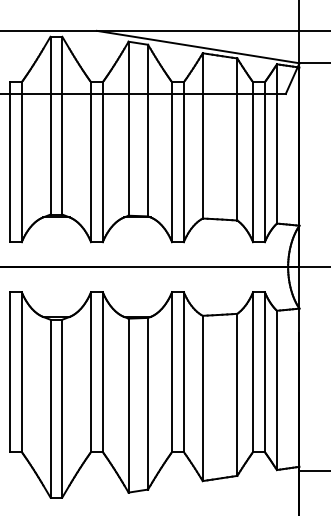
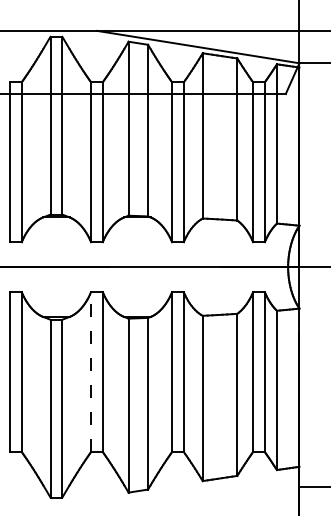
line at (91, 372): solid -> dashed
line at (313, 471) position: (313, 471) -> (313, 487)
